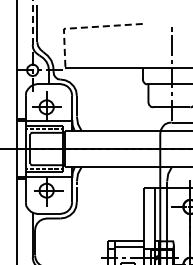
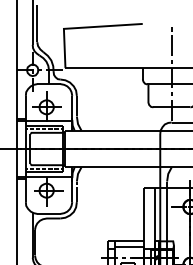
line at (32, 22): dashed -> solid
line at (82, 27): dashed -> solid
